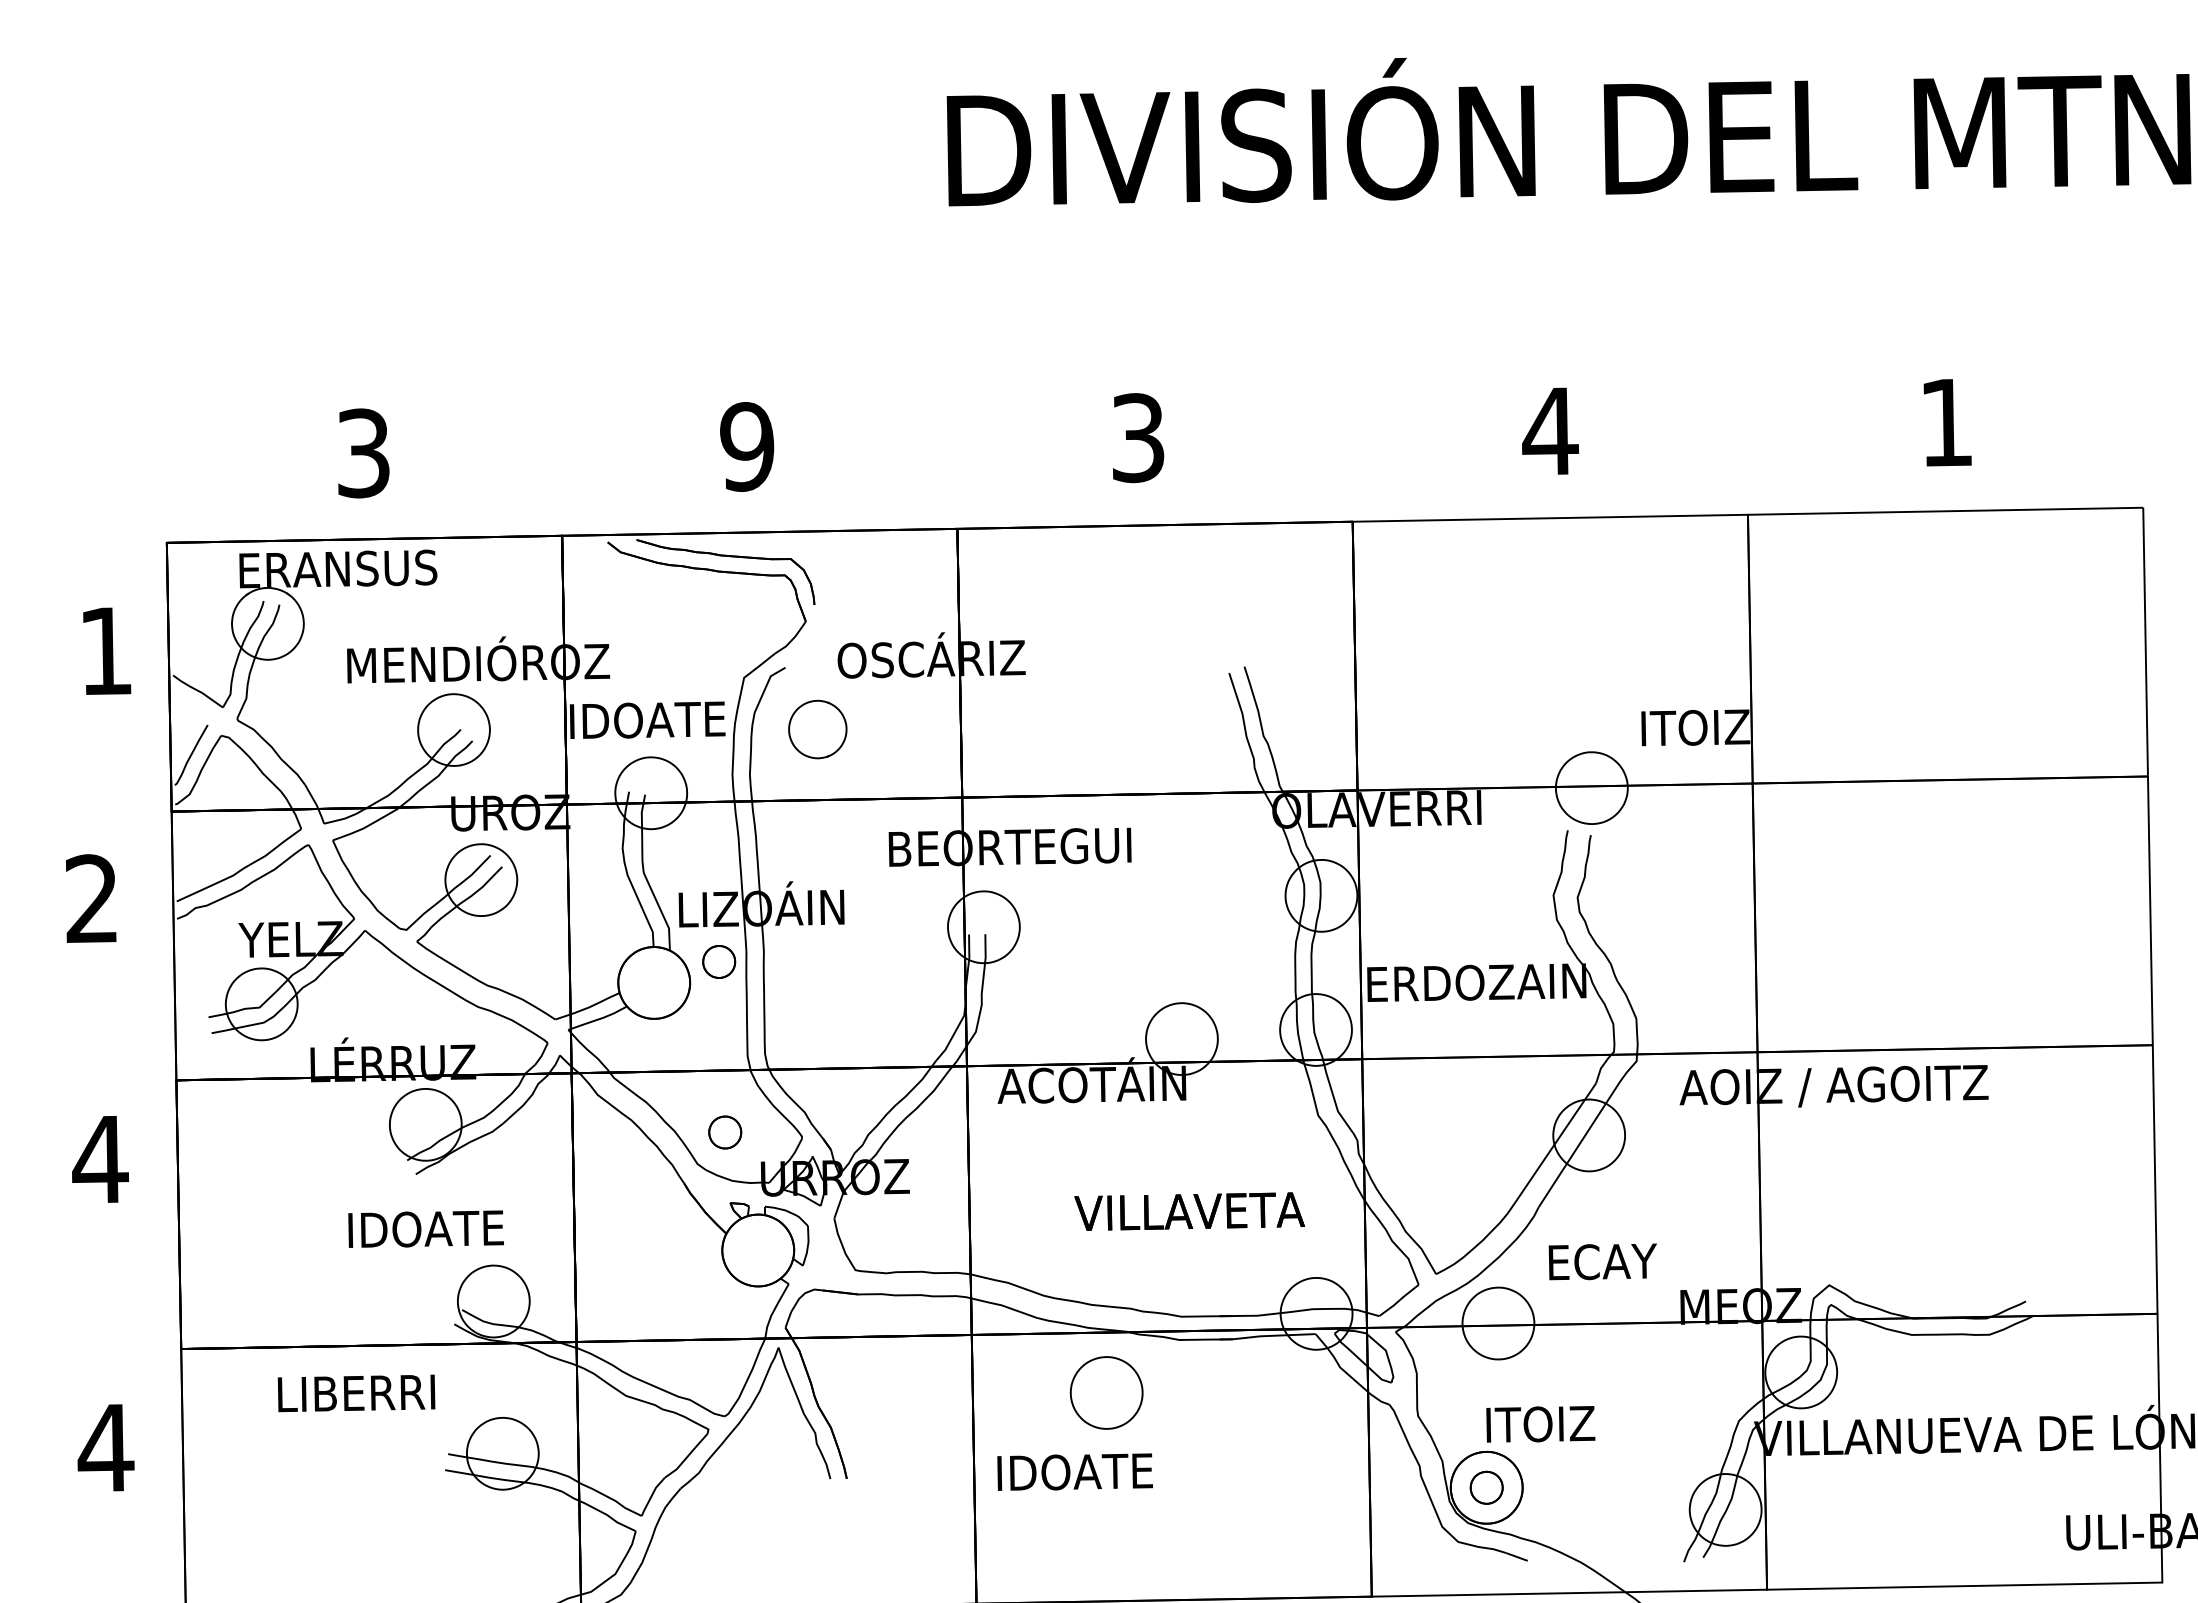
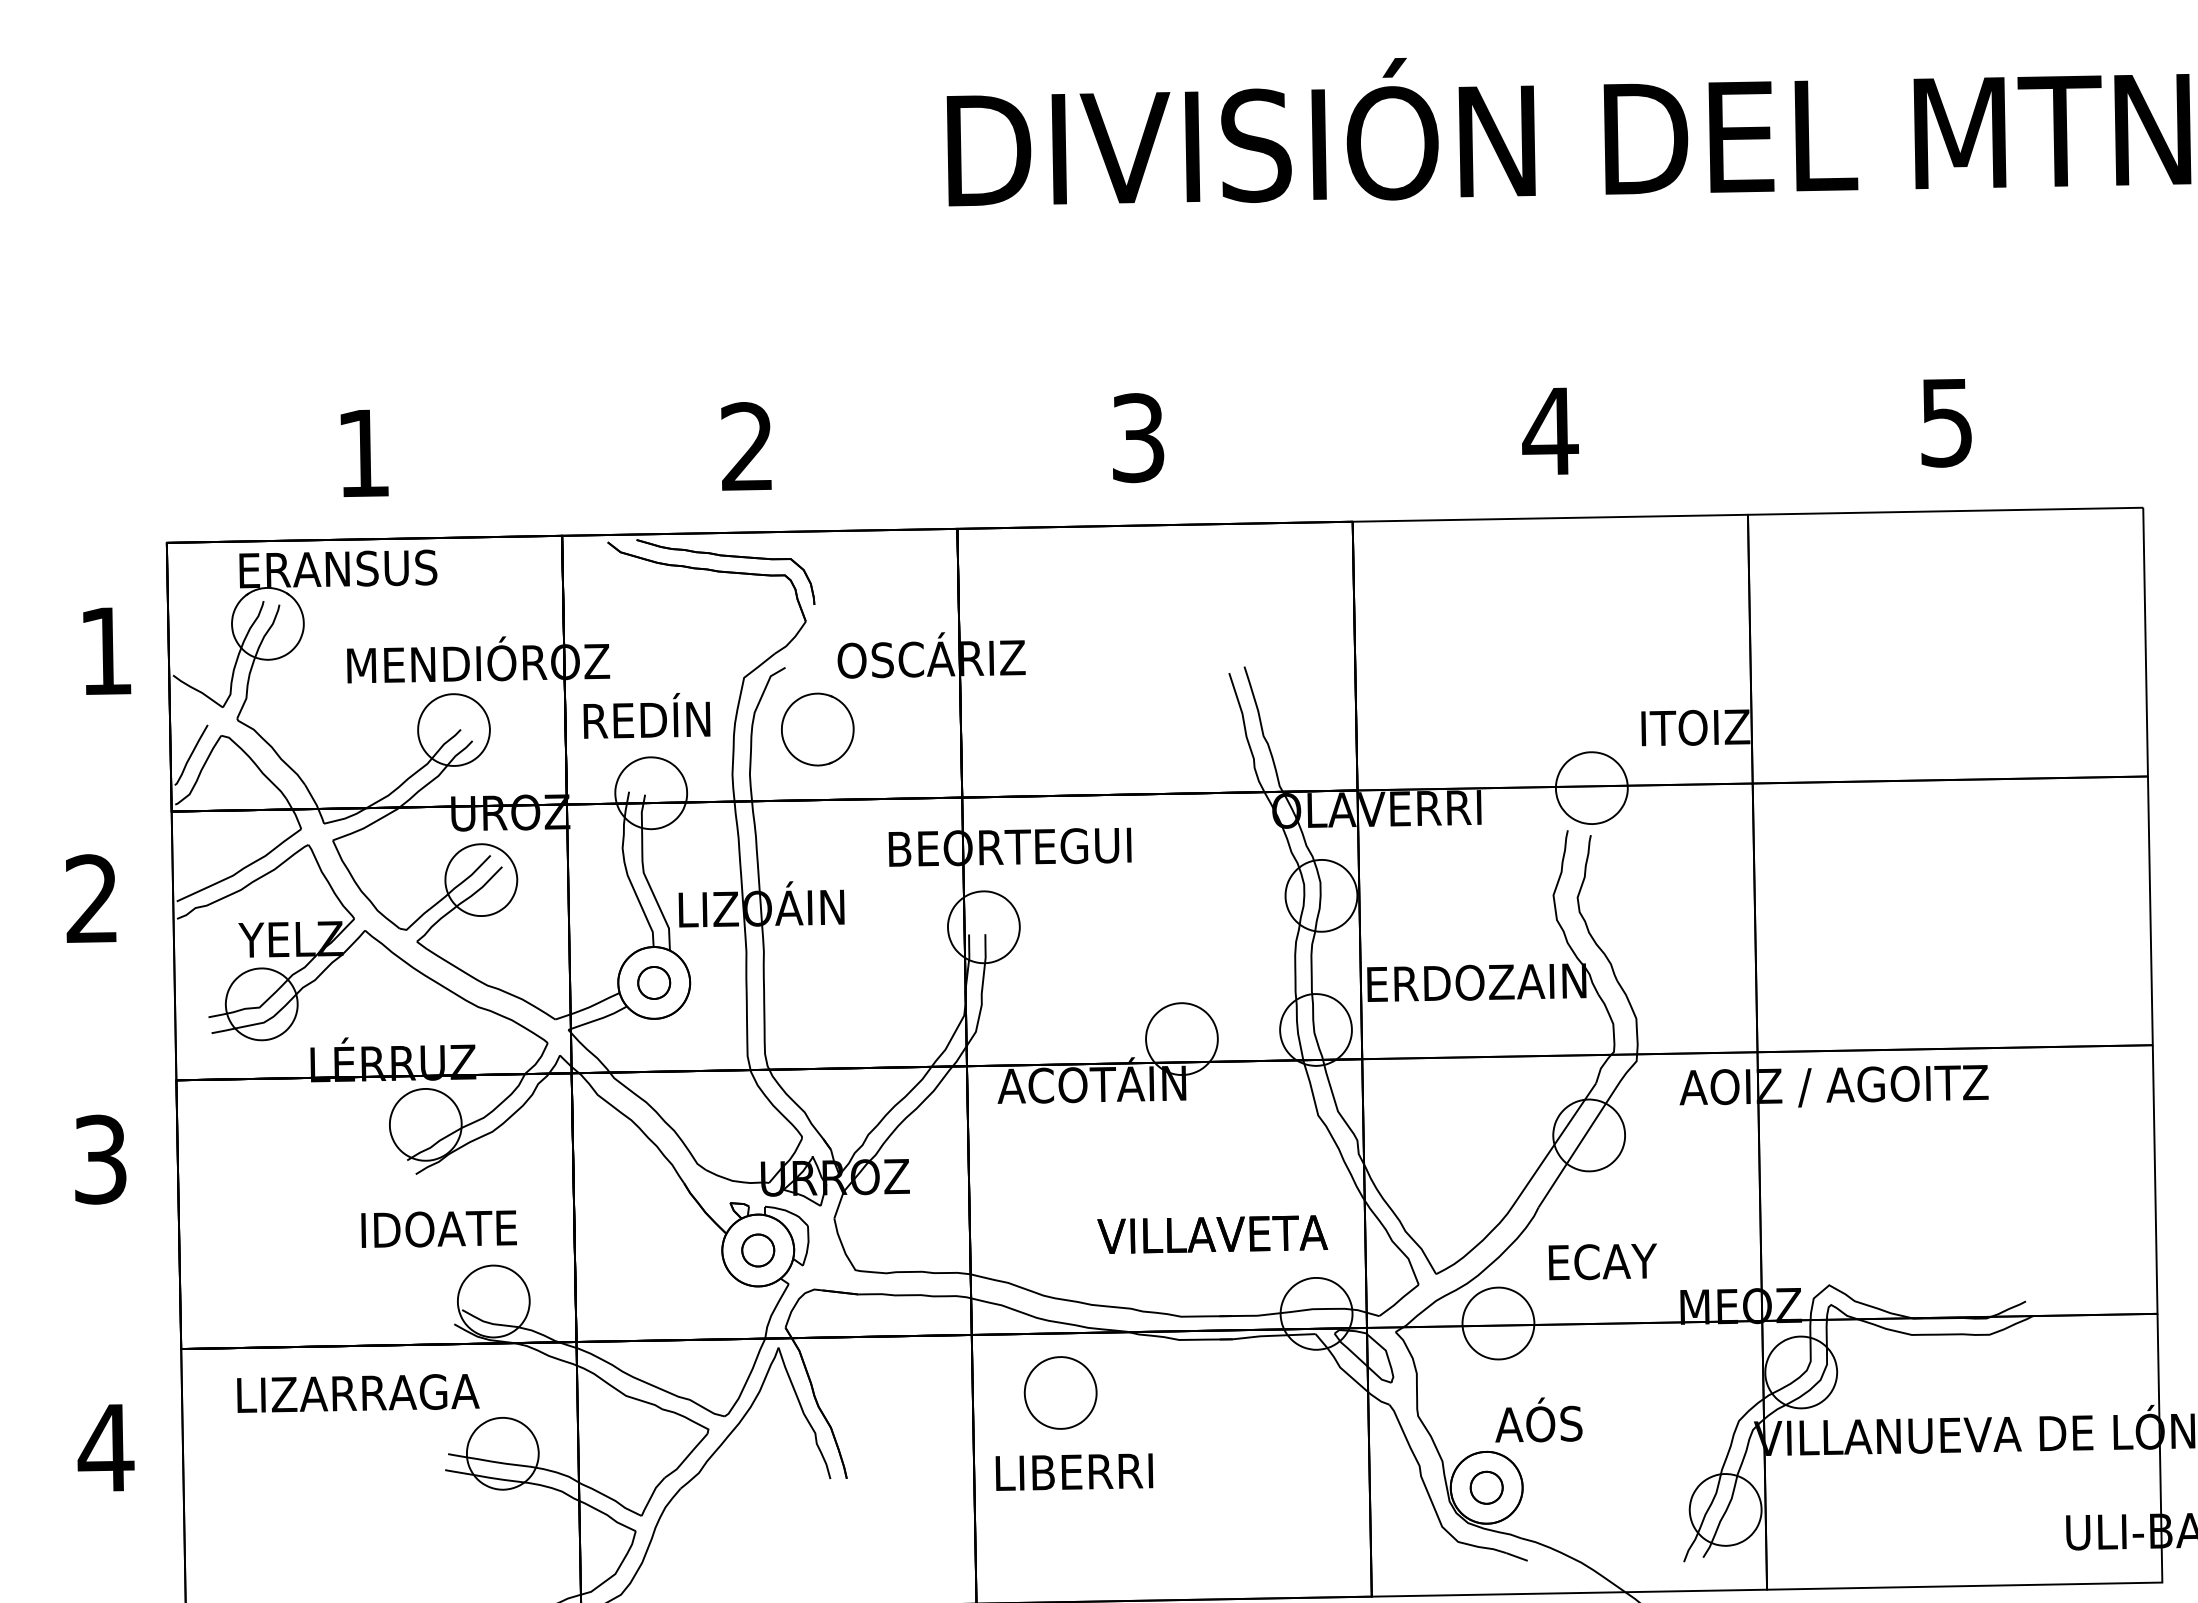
text at (1946, 423): 1 -> 5
text at (747, 446): 9 -> 2
text at (363, 453): 3 -> 1
text at (647, 715): IDOATE -> REDÍN
part at (817, 729) size: 60x61 px -> 74x75 px
part at (719, 961) position: (719, 961) -> (654, 982)
part at (725, 1132) position: (725, 1132) -> (758, 1250)
text at (100, 1159): 4 -> 3
text at (1189, 1211) position: (1189, 1211) -> (1212, 1234)
text at (425, 1228) position: (425, 1228) -> (438, 1228)
part at (1106, 1392) position: (1106, 1392) -> (1060, 1392)
text at (358, 1393): LIBERRI -> LIZARRAGA
text at (1540, 1419): ITOIZ -> AÓS
text at (1074, 1471): IDOATE -> LIBERRI
